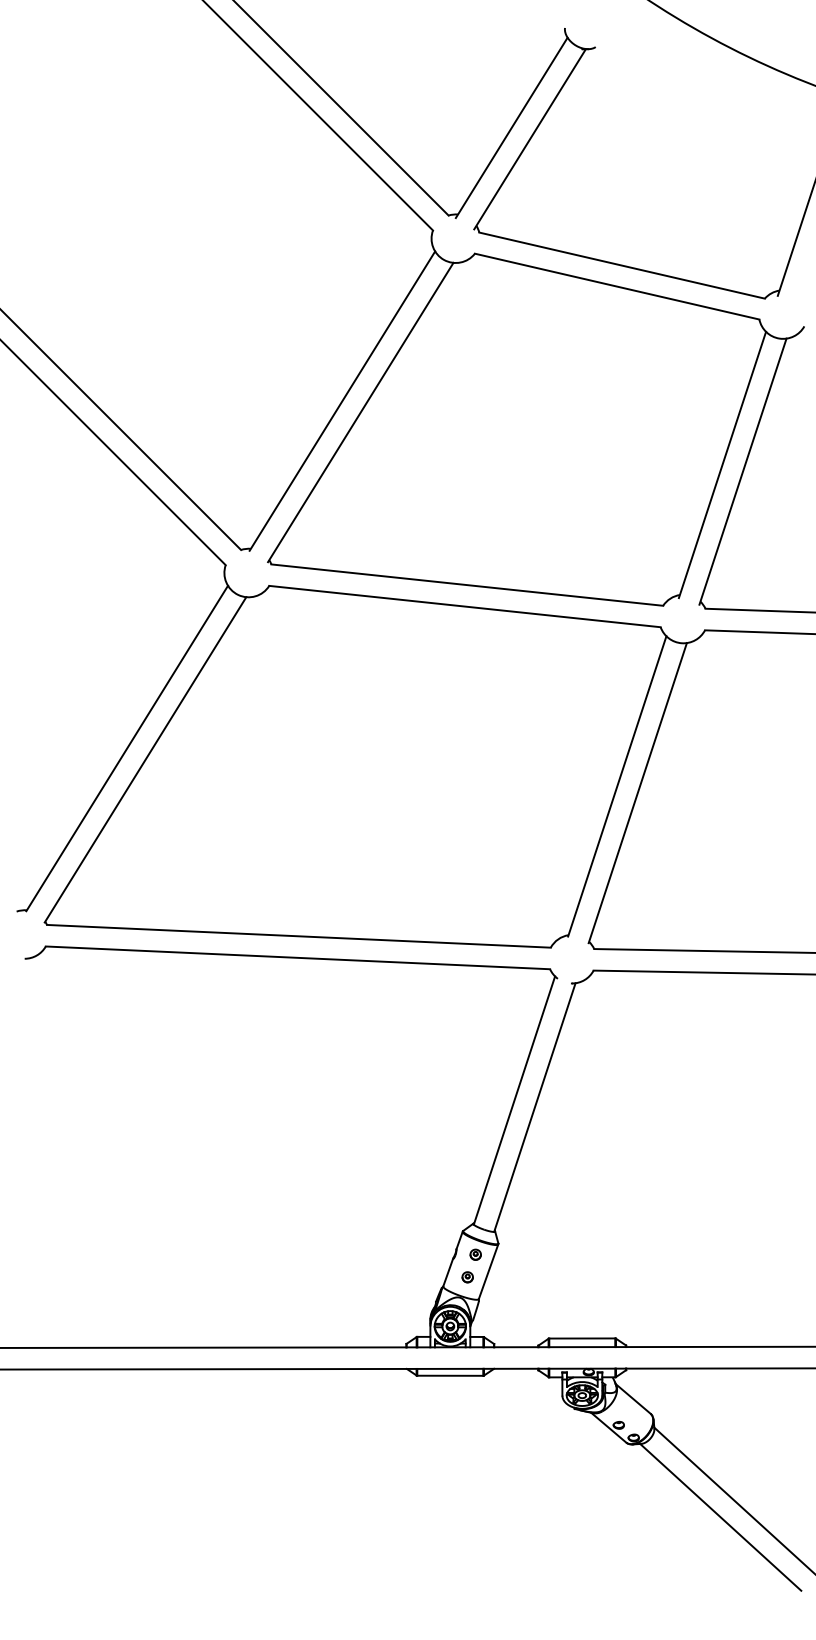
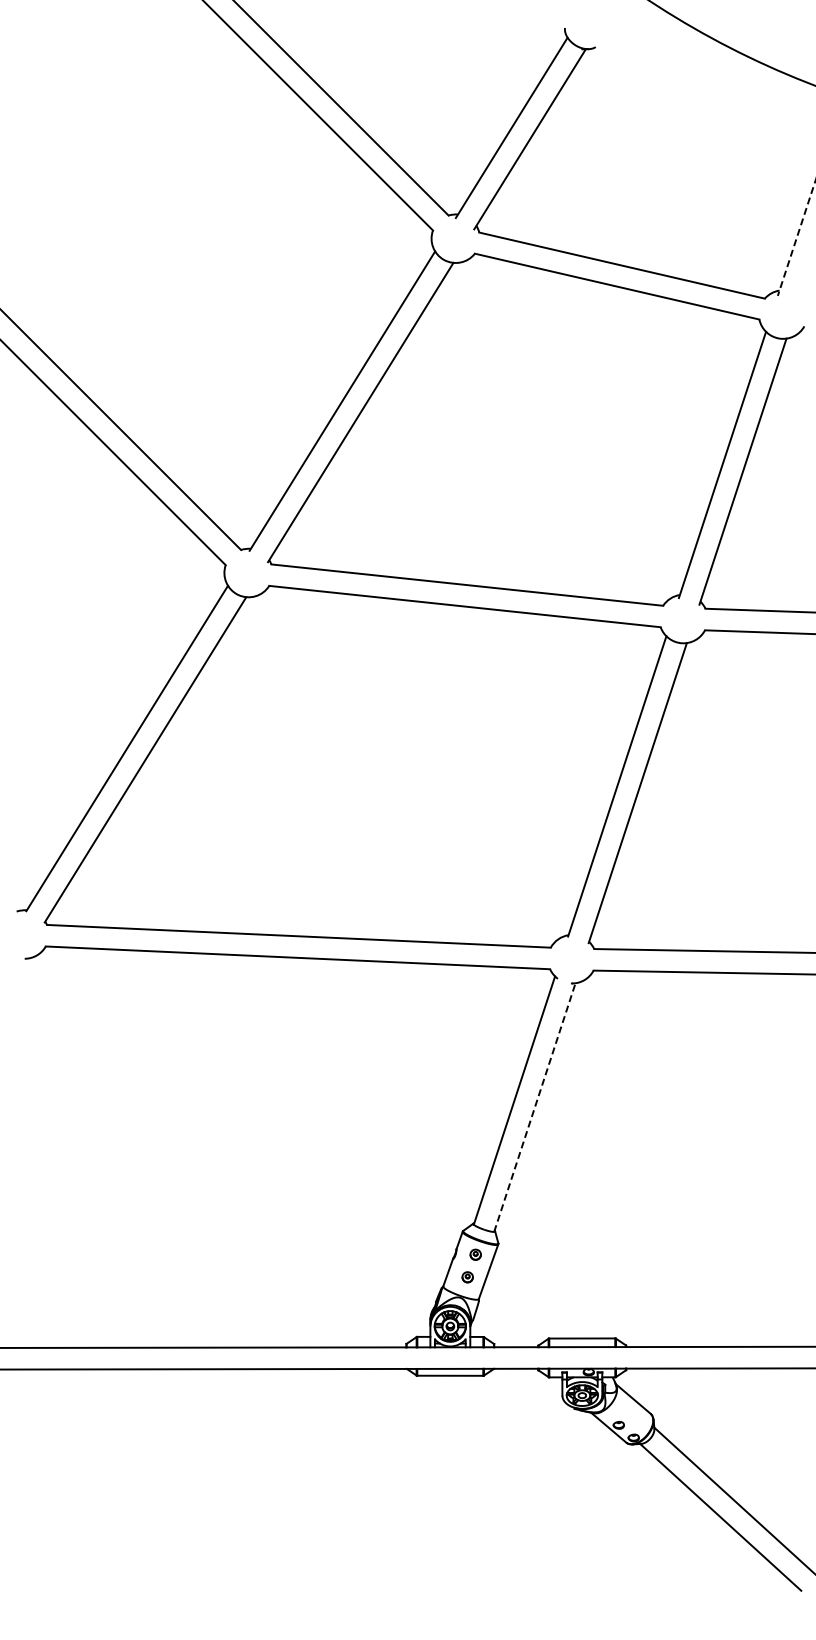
line at (796, 238): solid -> dashed
line at (534, 1107): solid -> dashed
